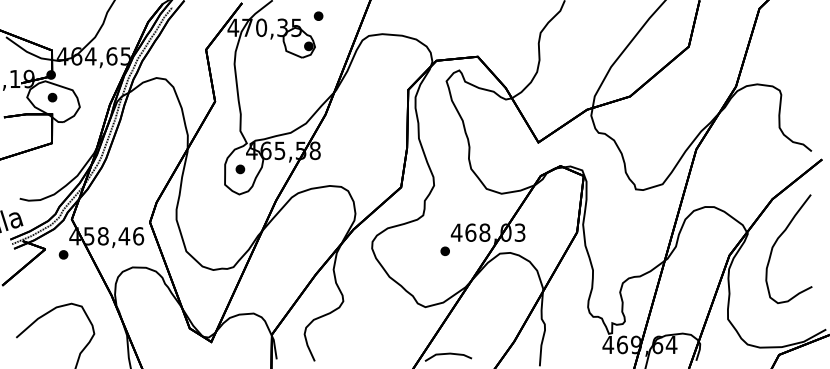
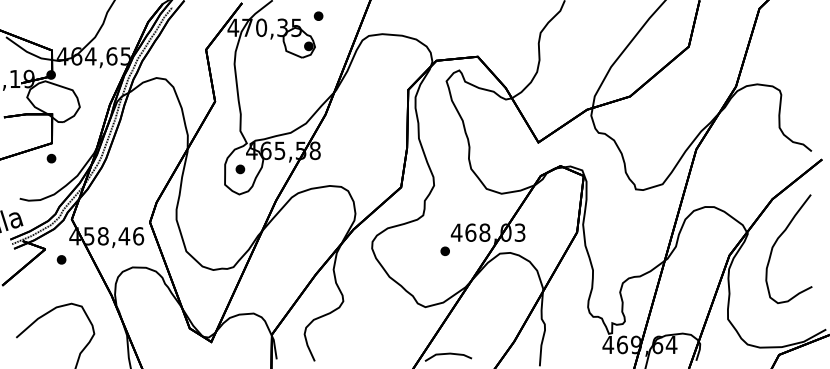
part at (52, 97) position: (52, 97) -> (51, 158)
part at (63, 254) position: (63, 254) -> (61, 259)
